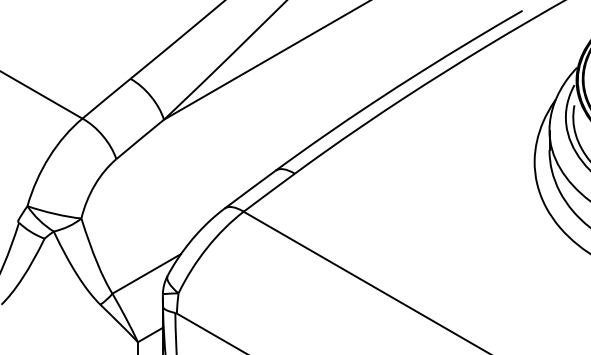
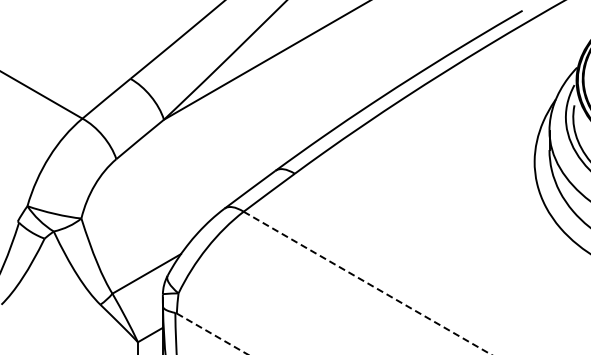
line at (367, 283): solid -> dashed
line at (213, 334): solid -> dashed
